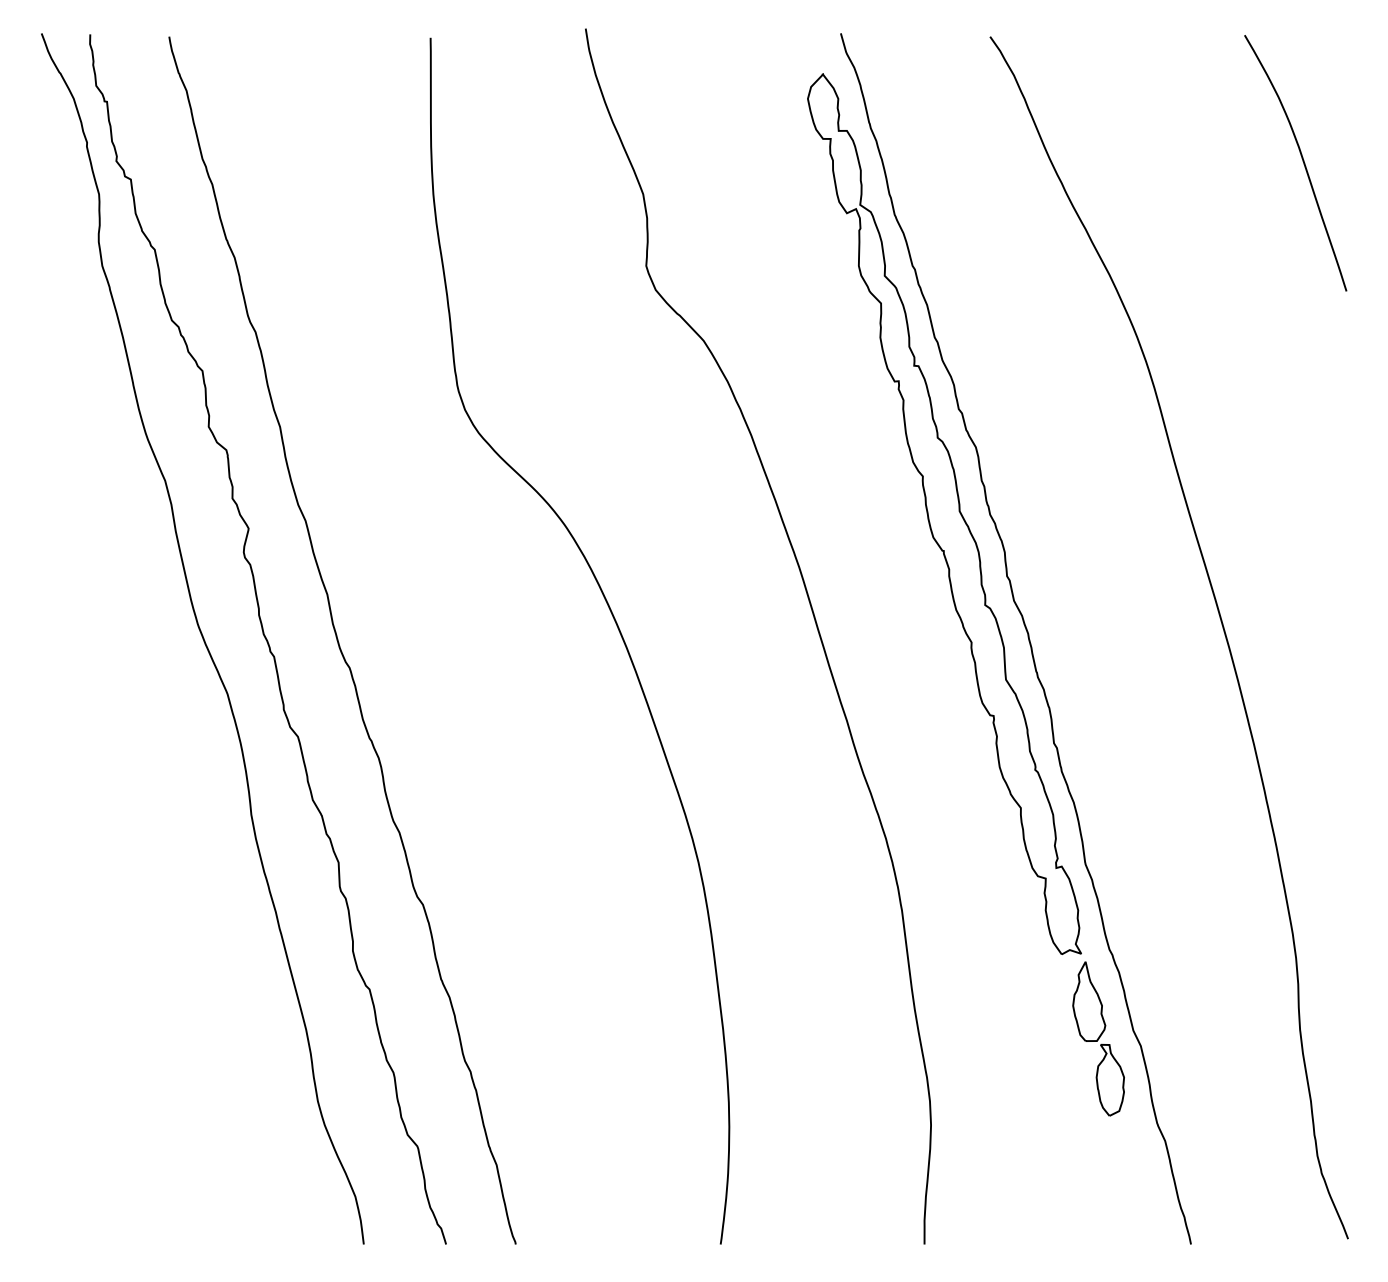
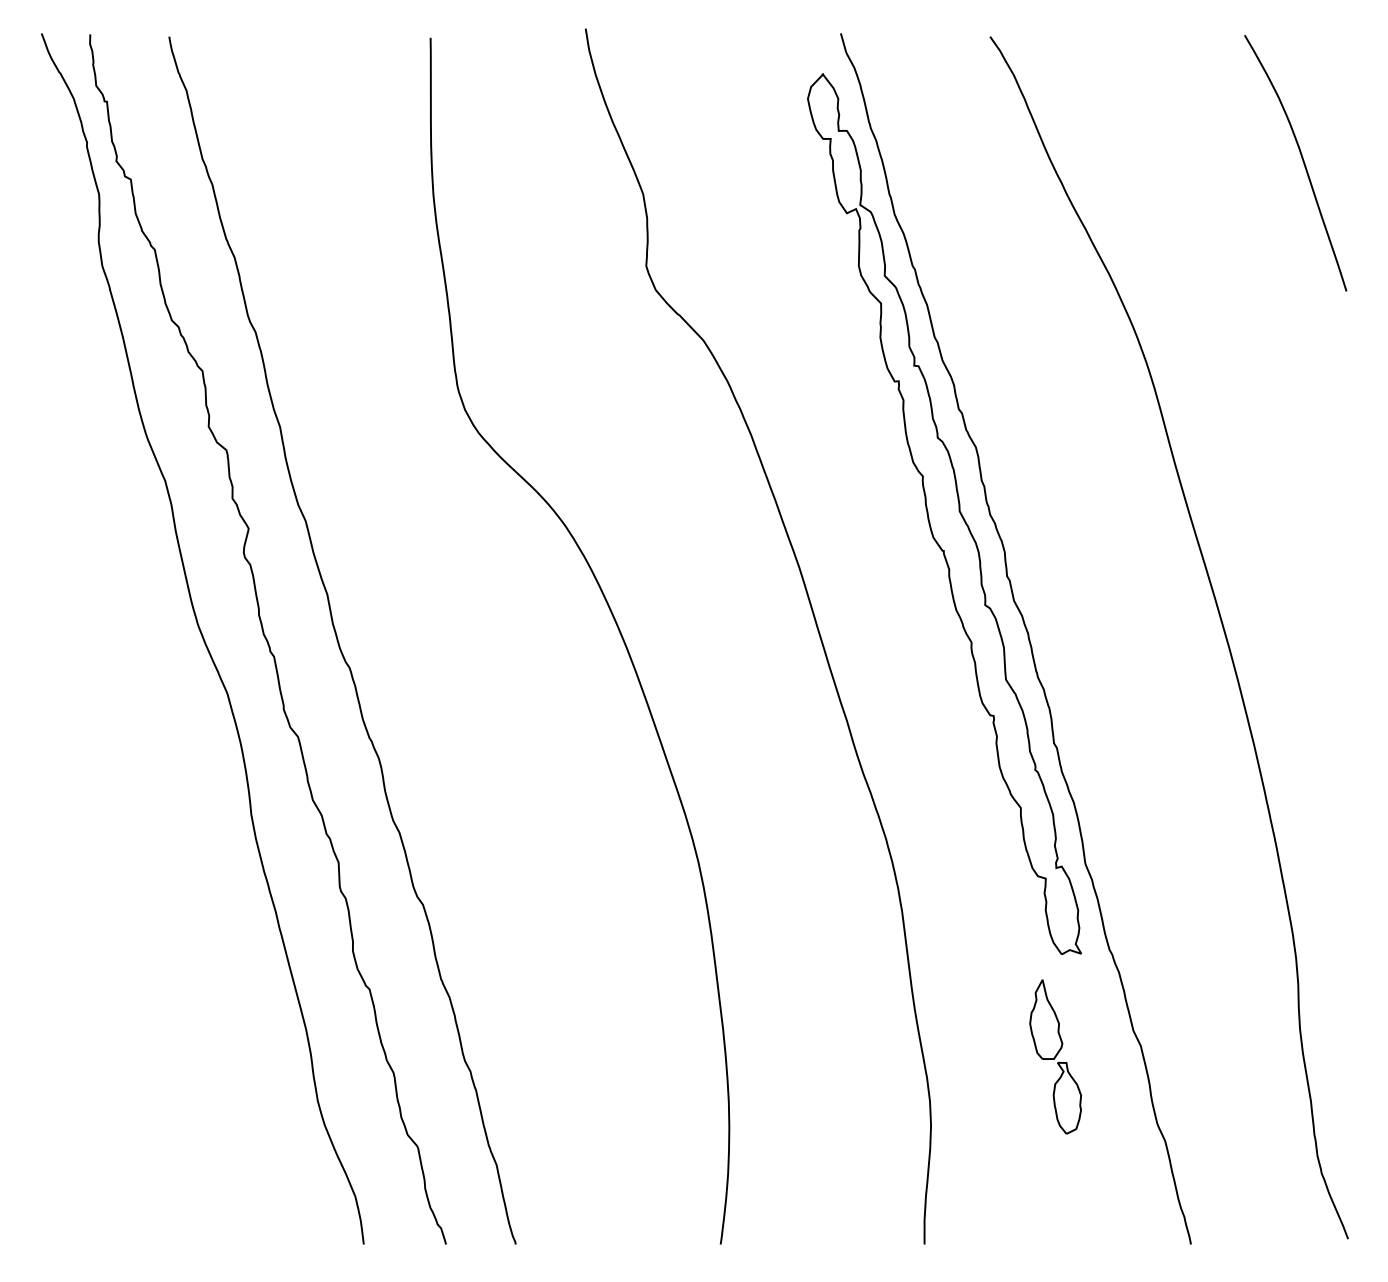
part at (1098, 1038) position: (1098, 1038) -> (1055, 1056)
